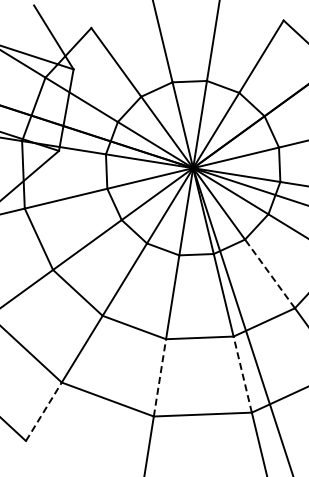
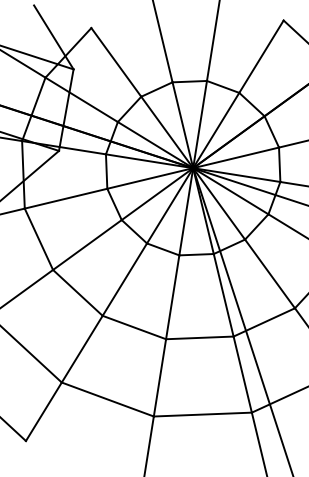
line at (269, 273): dashed -> solid
line at (242, 374): dashed -> solid
line at (160, 377): dashed -> solid
line at (44, 411): dashed -> solid
